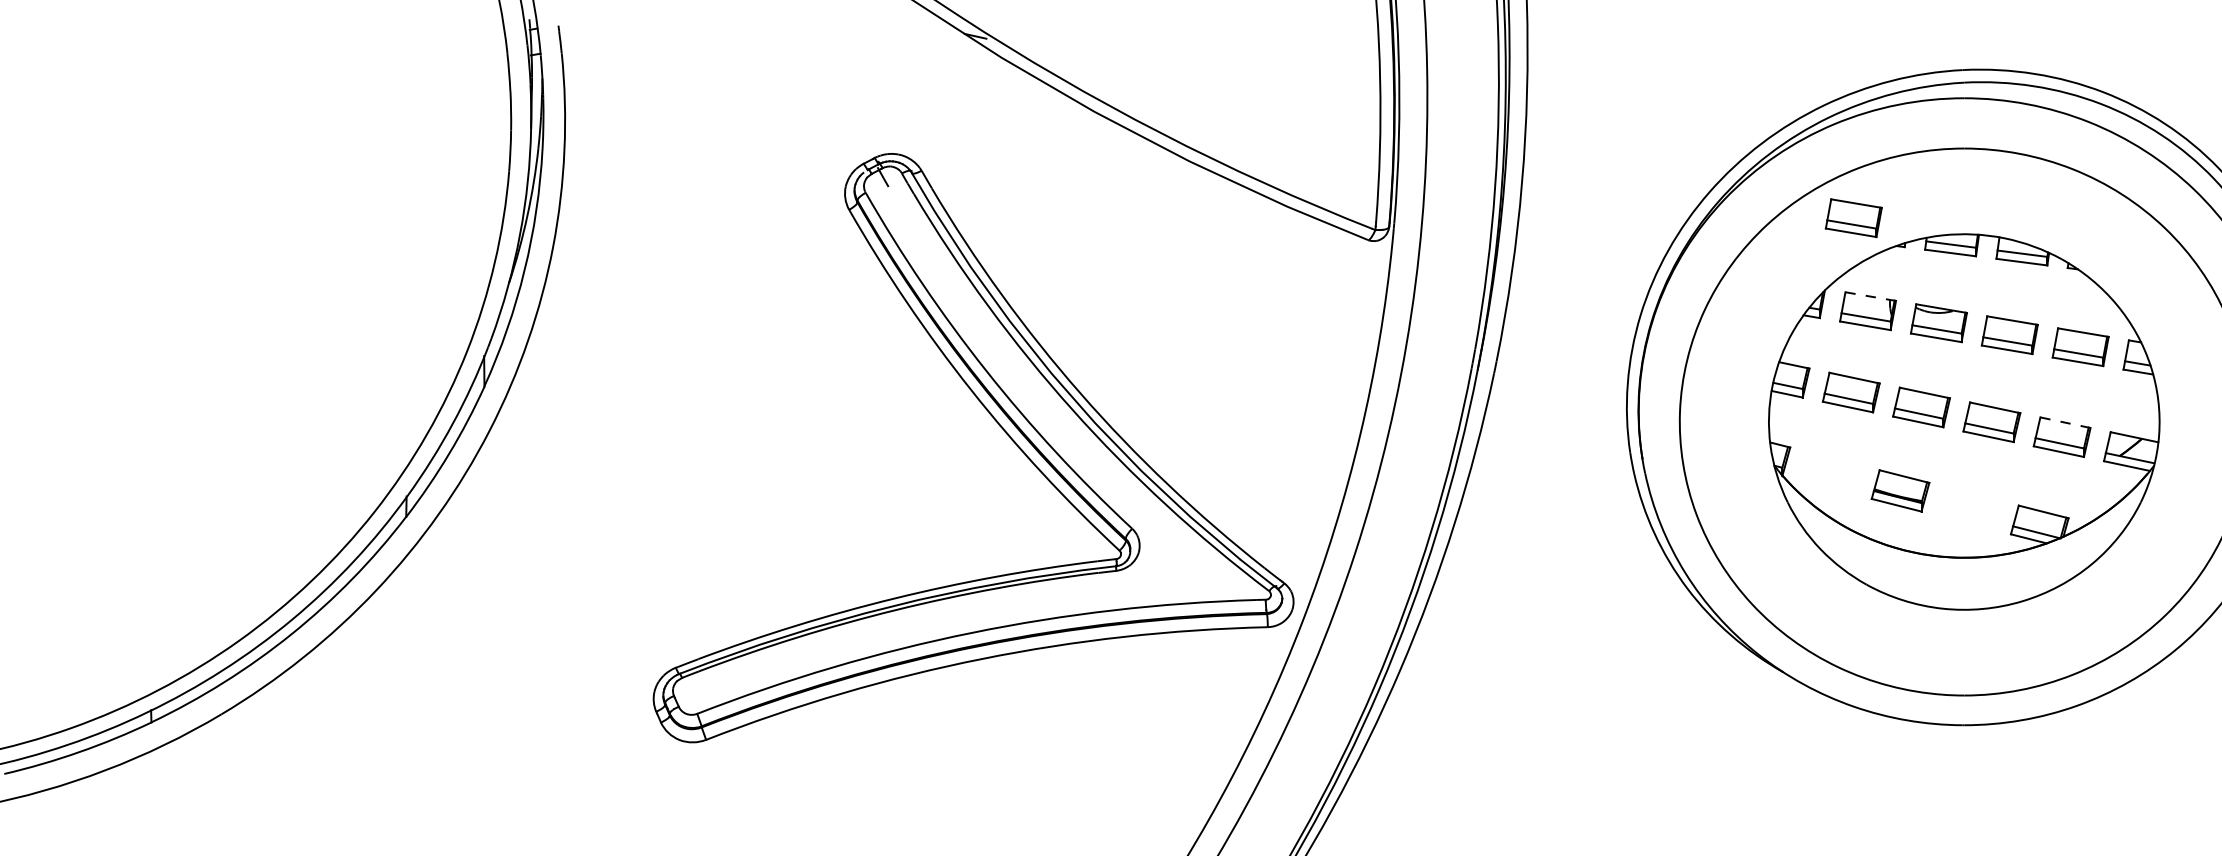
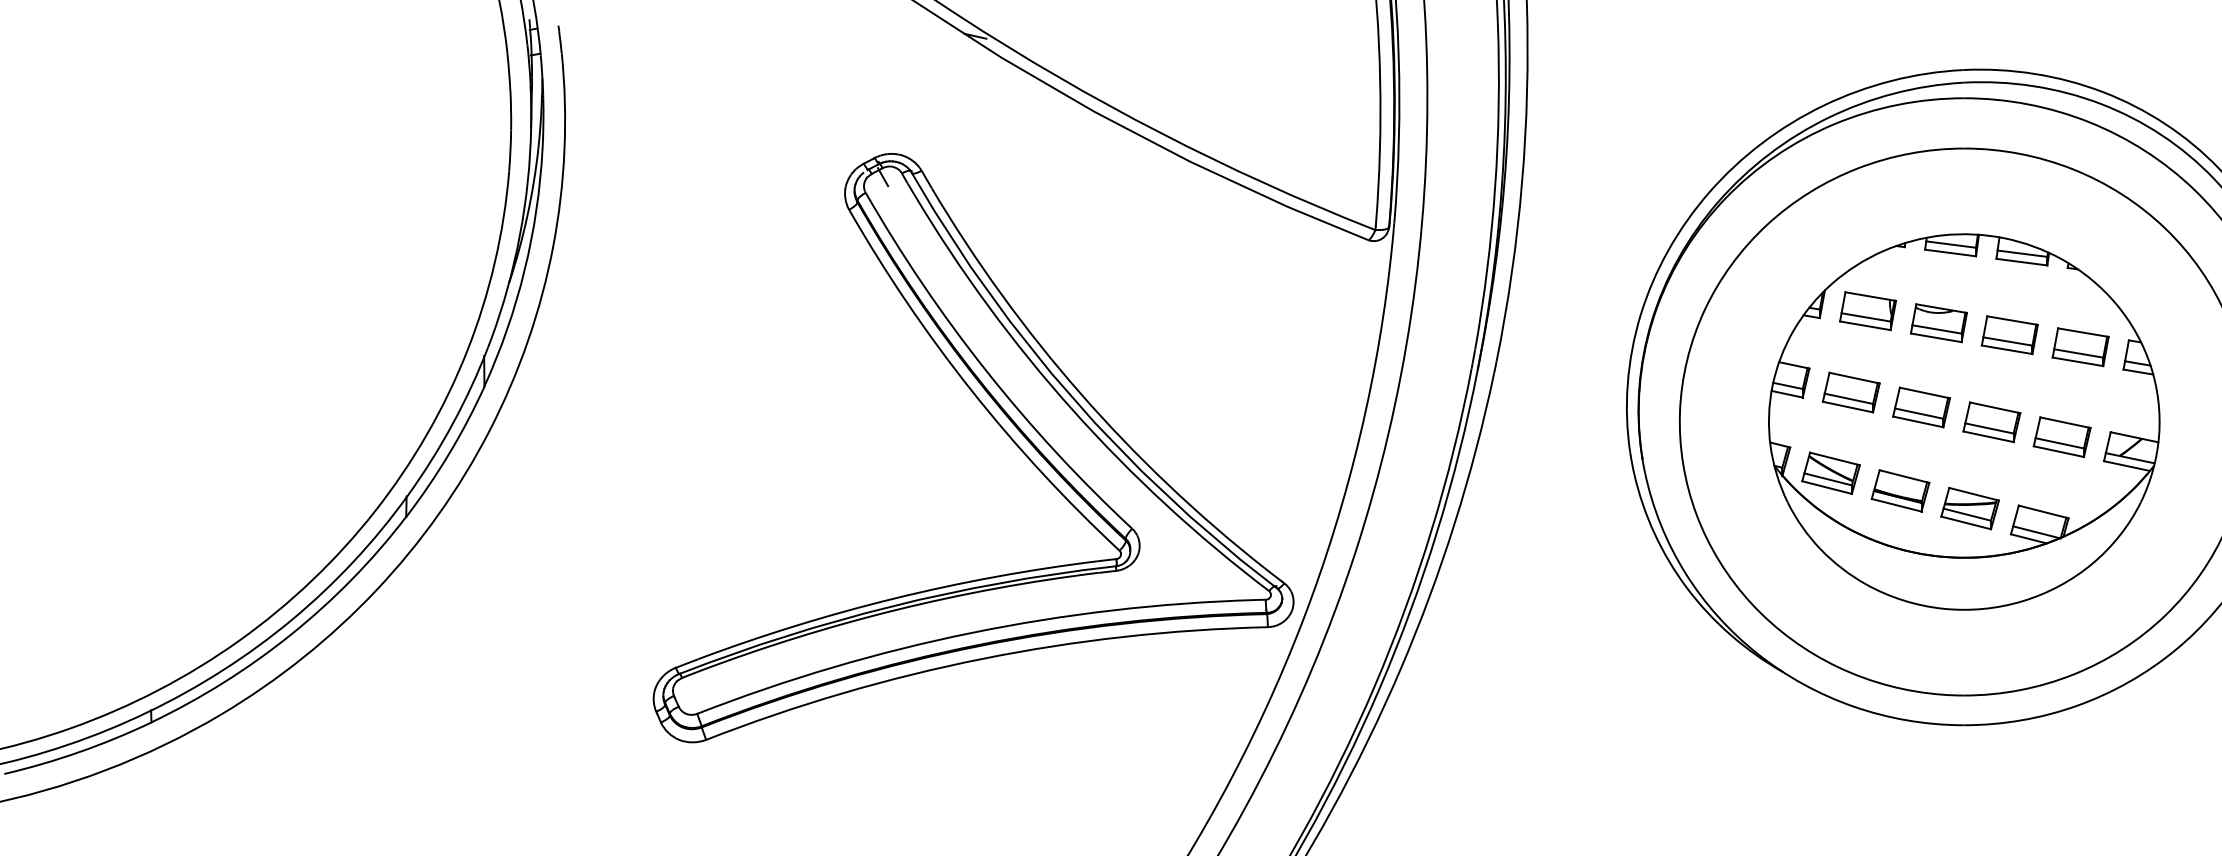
part at (1853, 217): present -> none
line at (1870, 296): dashed -> solid
line at (2065, 422): dashed -> solid
part at (1830, 472): none -> present
part at (1969, 508): none -> present
